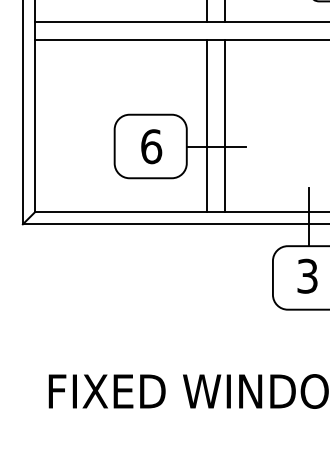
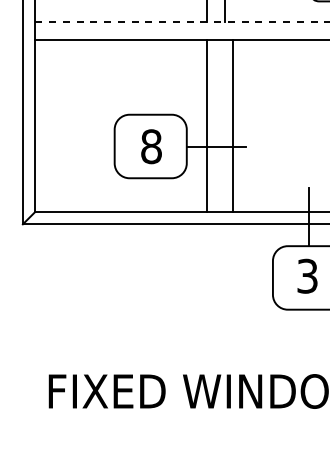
line at (182, 21): solid -> dashed
line at (225, 126) position: (225, 126) -> (233, 126)
text at (151, 146): 6 -> 8
